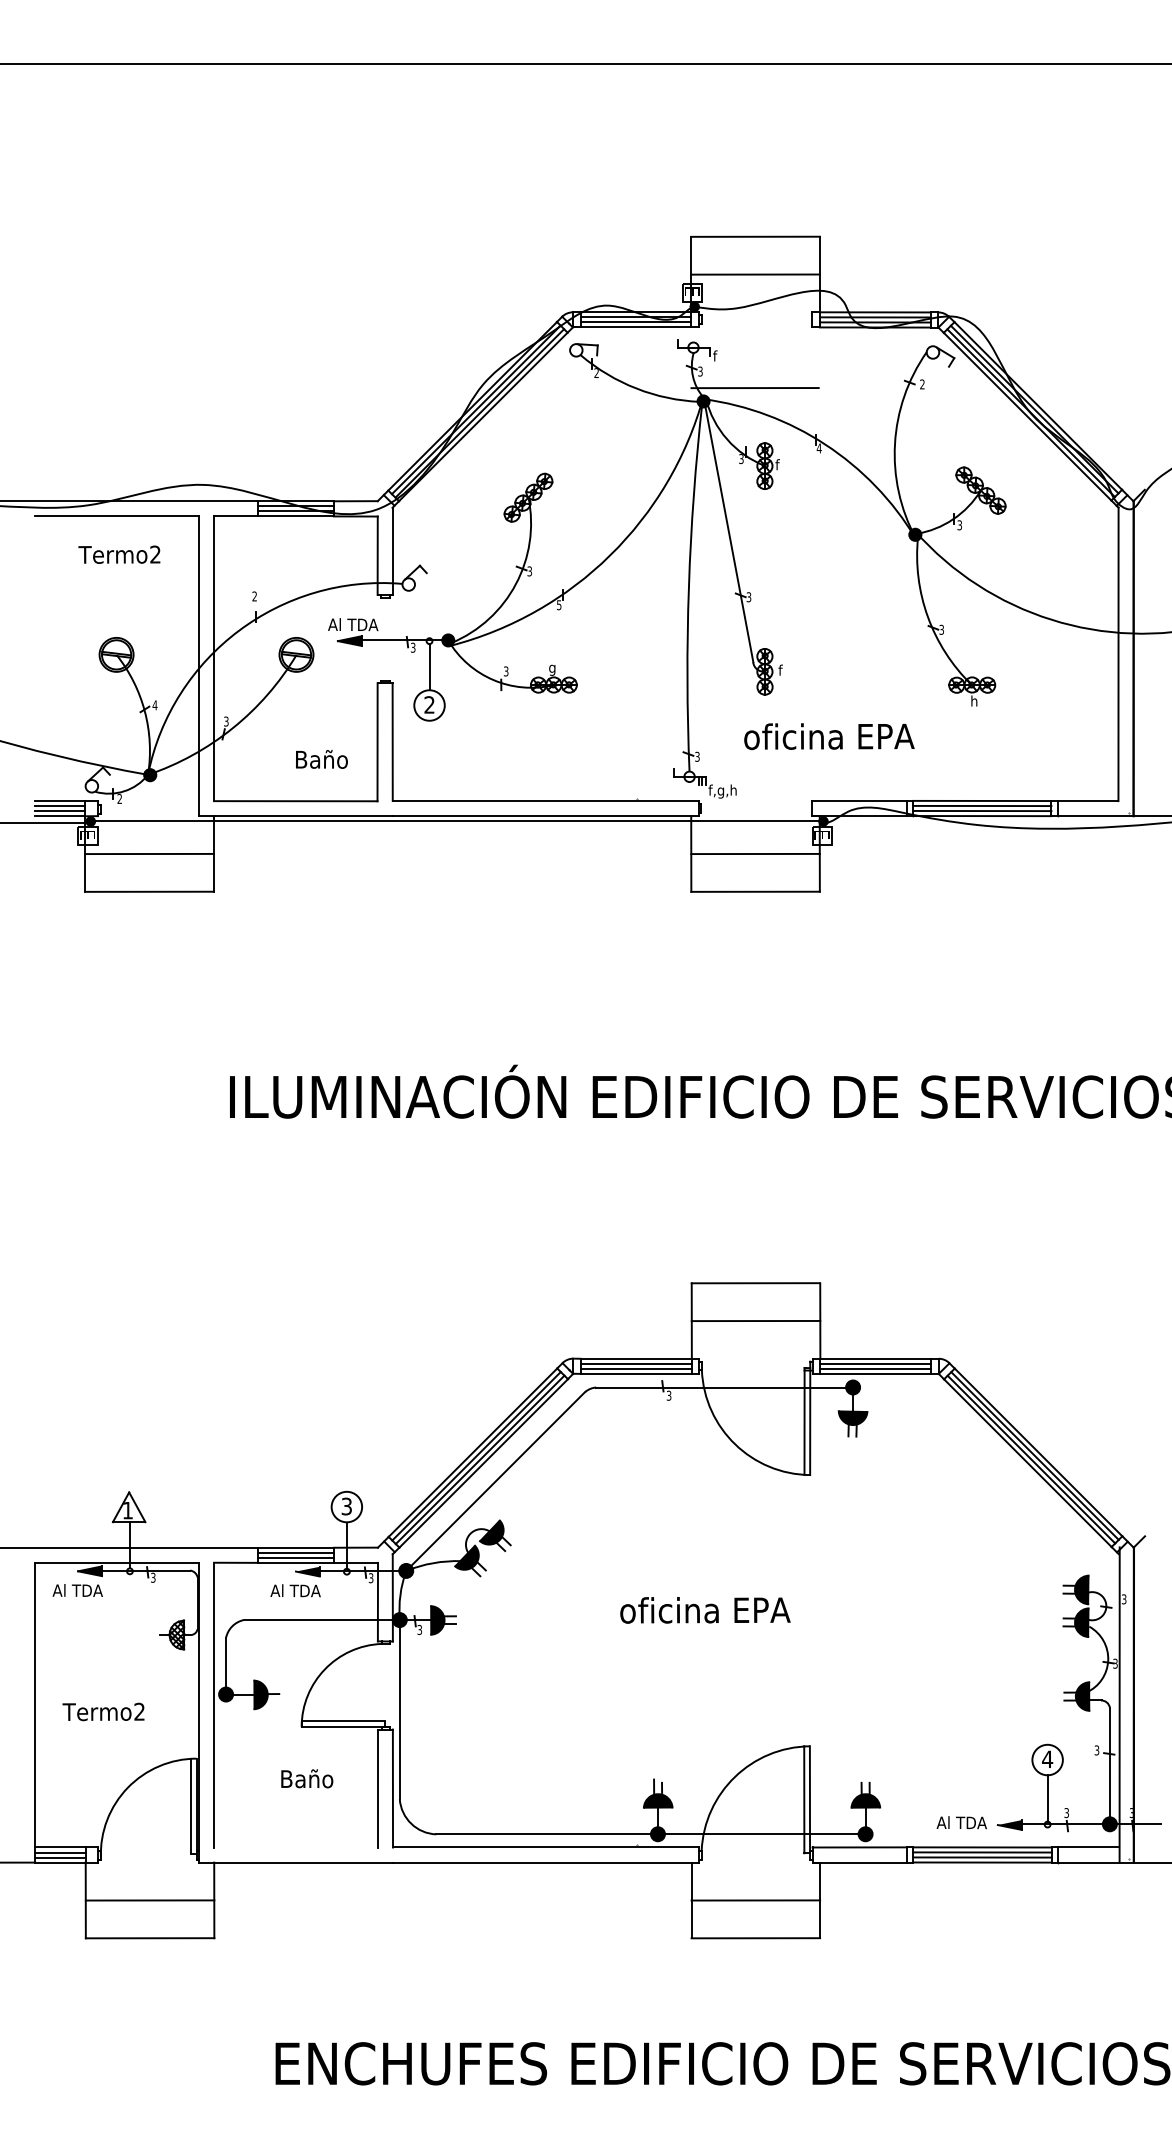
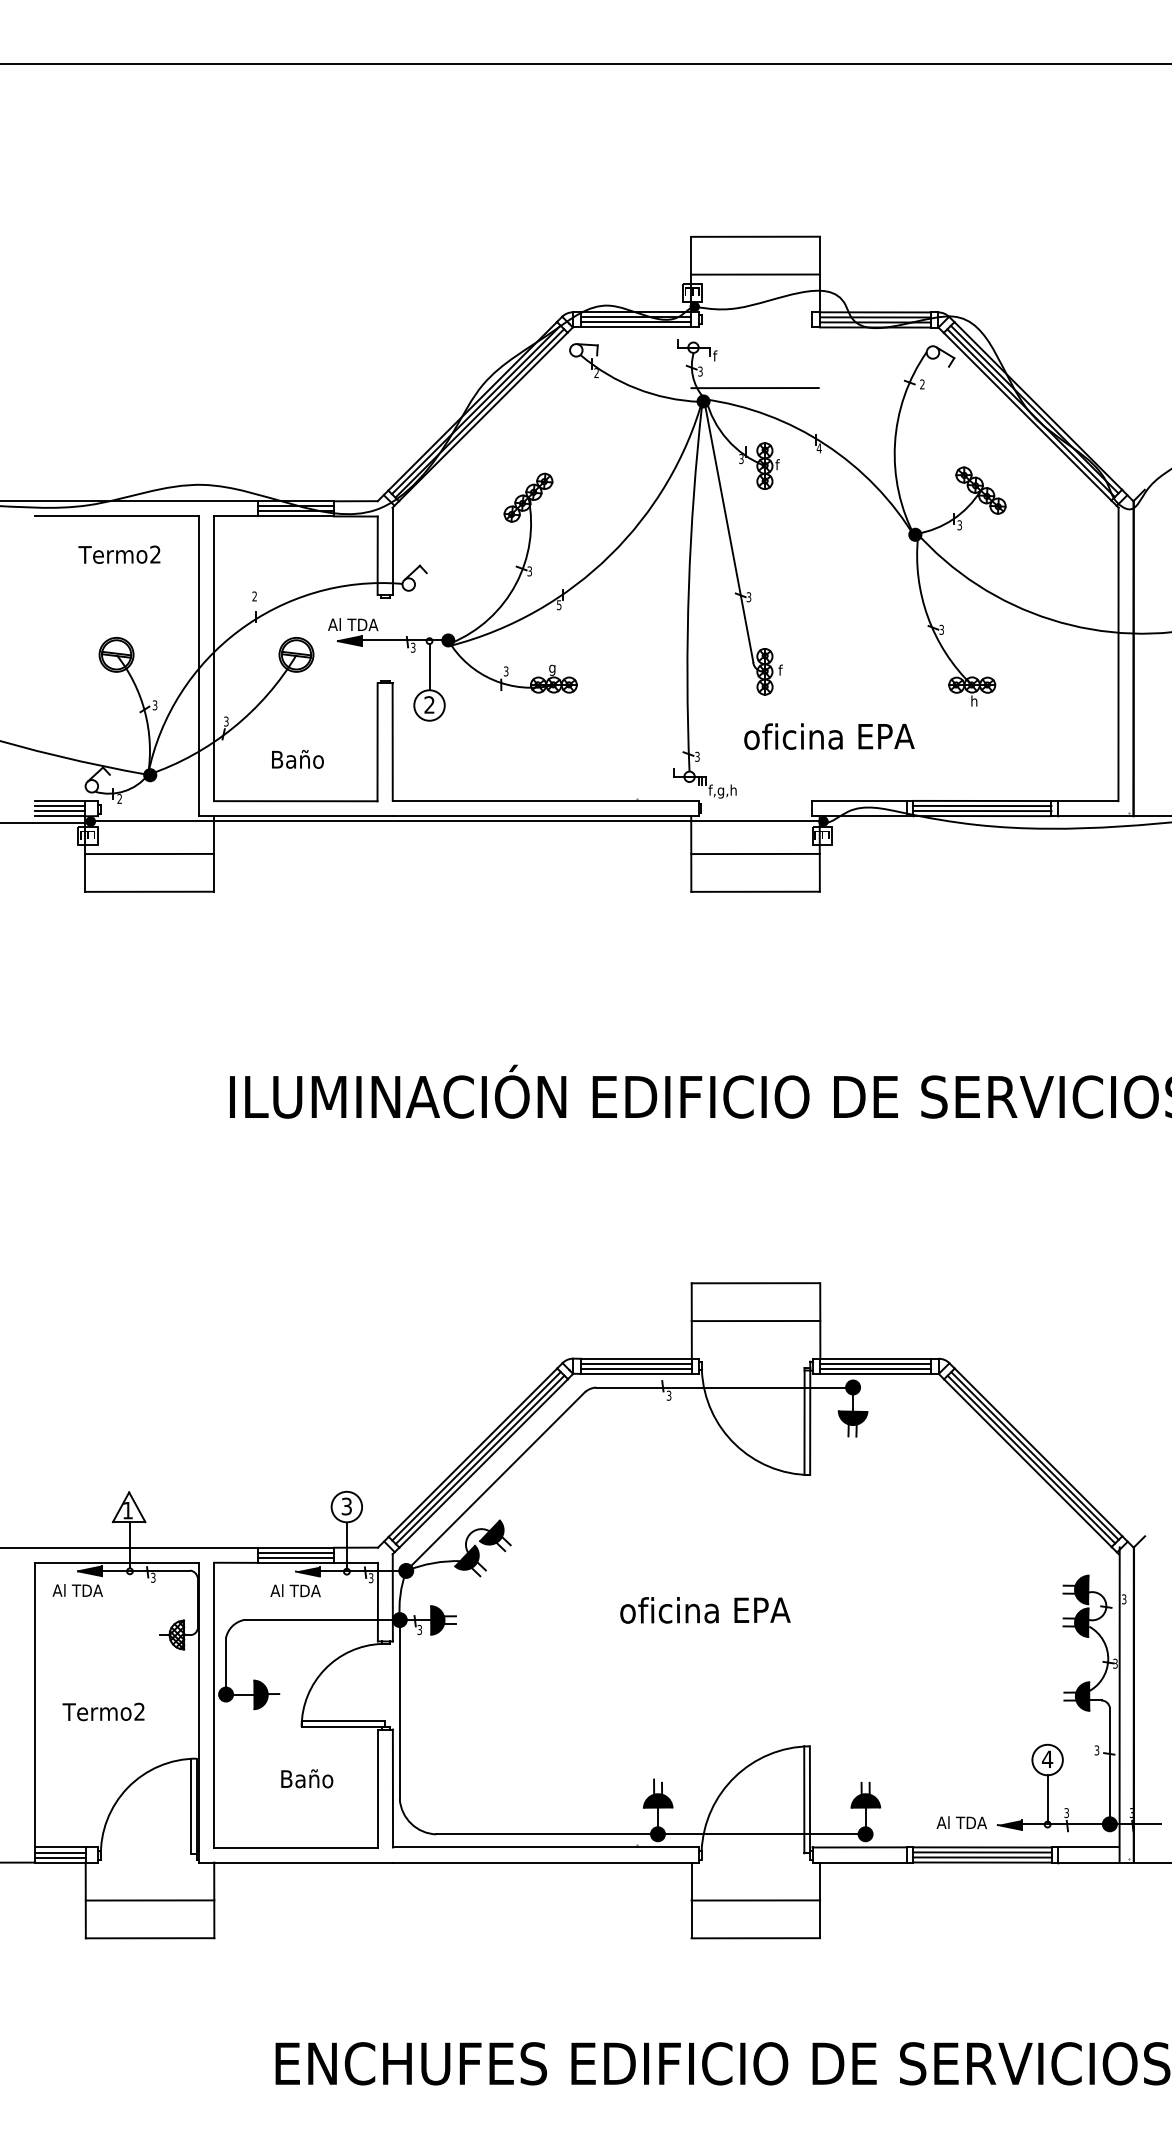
text at (154, 705): 4 -> 3
text at (321, 759) position: (321, 759) -> (297, 759)
line at (295, 1847): none -> present
